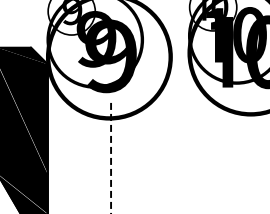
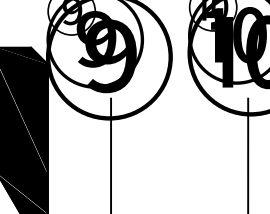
line at (248, 154): none -> present
line at (111, 155): dashed -> solid
